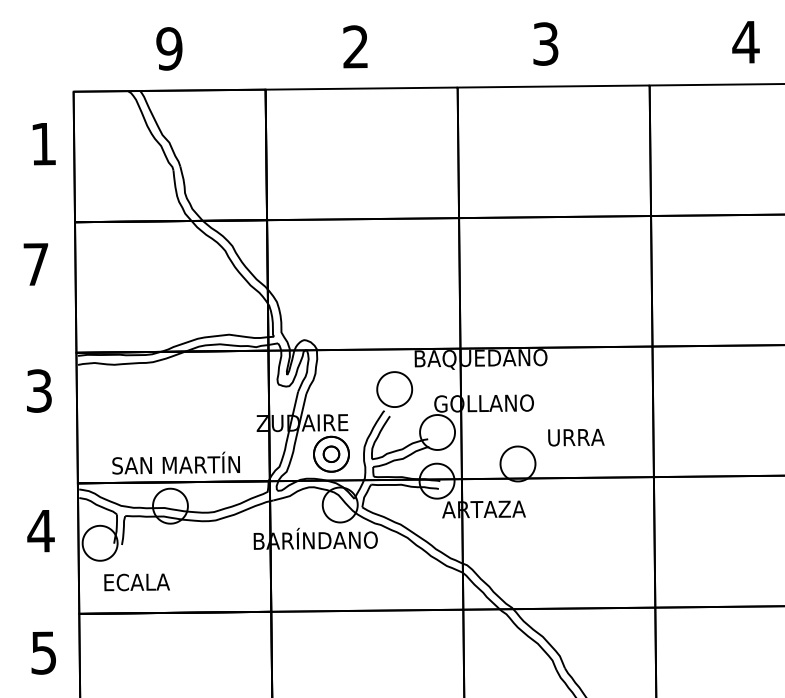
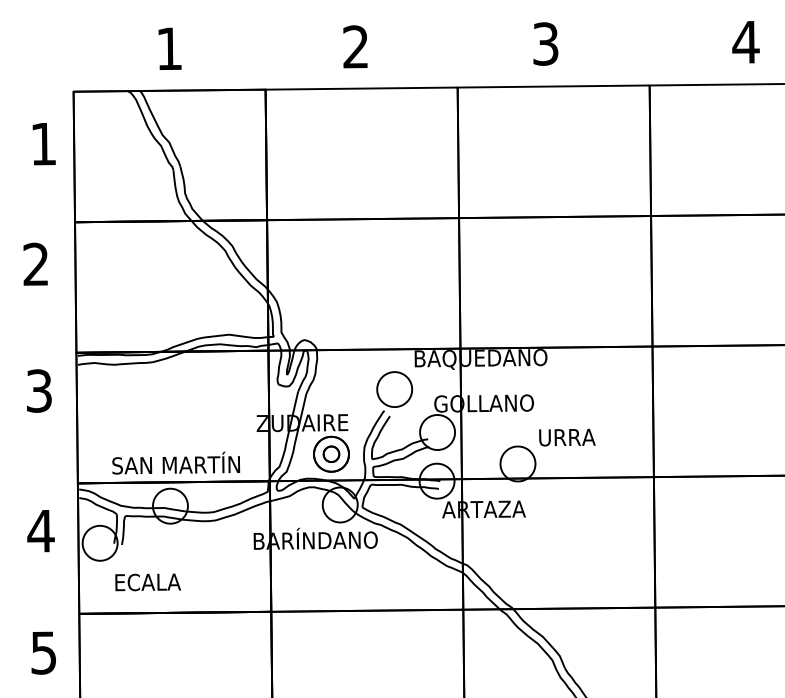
text at (169, 48): 9 -> 1
text at (35, 263): 7 -> 2
text at (576, 437) position: (576, 437) -> (567, 437)
text at (136, 582) position: (136, 582) -> (147, 582)
